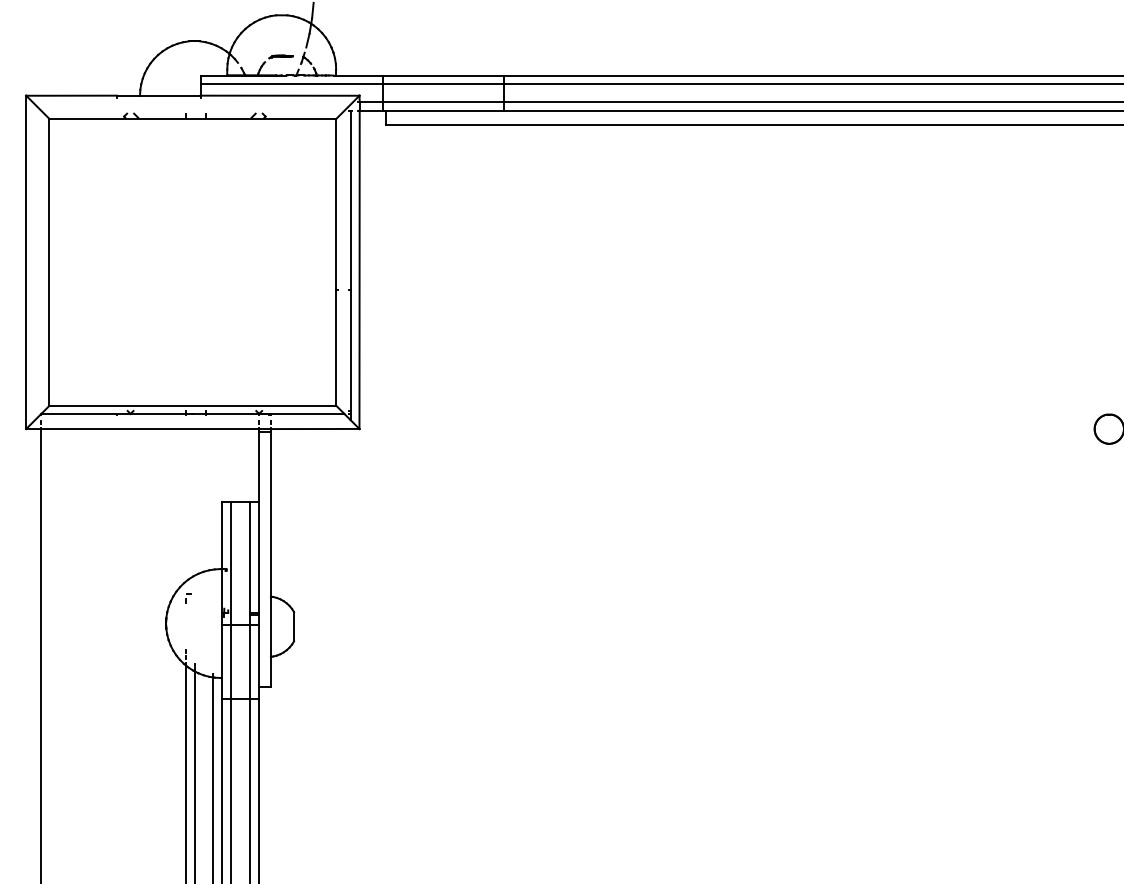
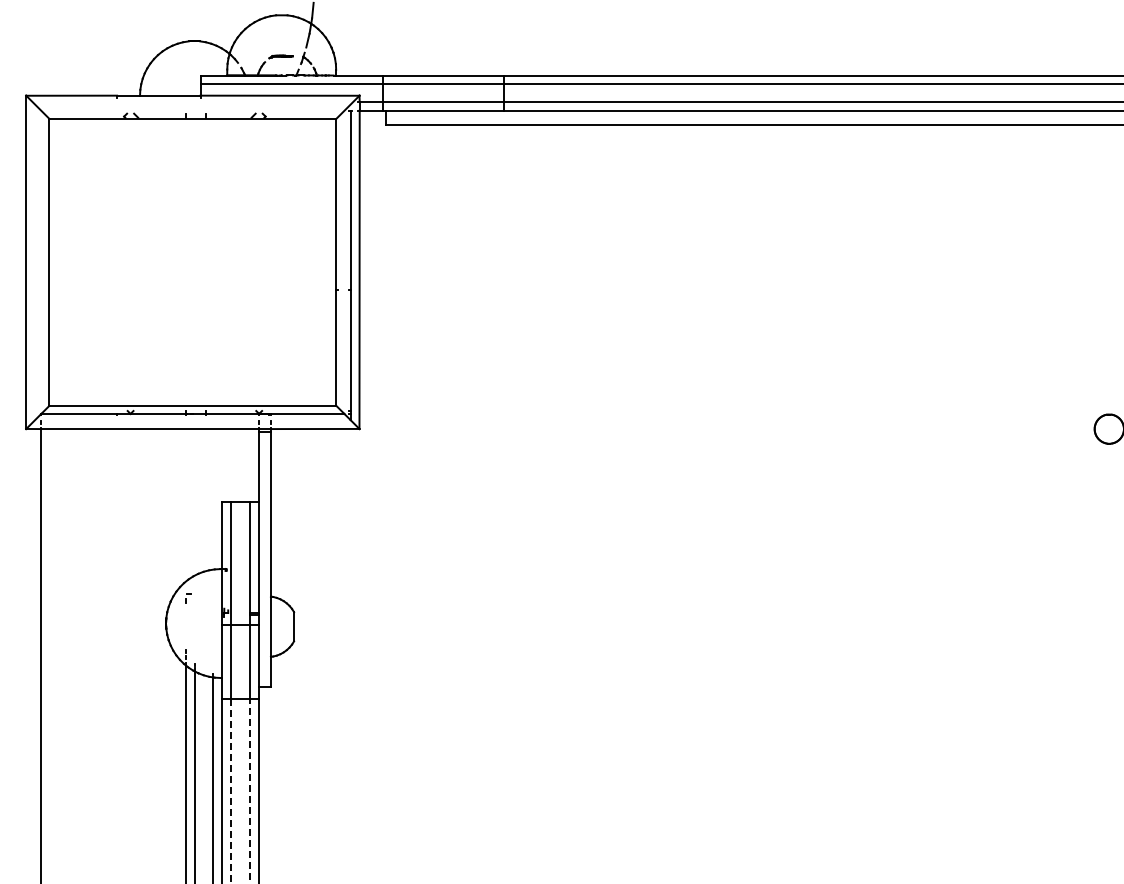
line at (249, 791): solid -> dashed
line at (231, 792): solid -> dashed
